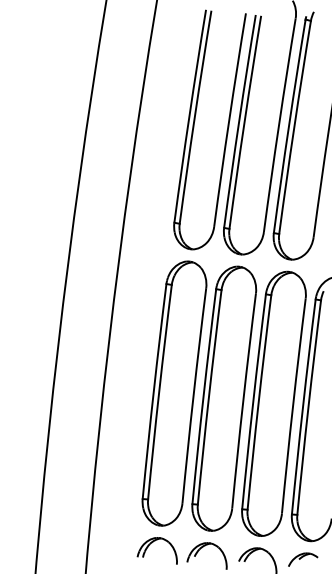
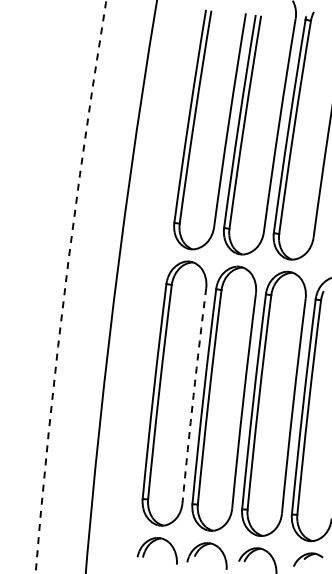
arc at (65, 286): solid -> dashed
arc at (193, 395): solid -> dashed
part at (303, 559) position: (303, 559) -> (308, 559)
